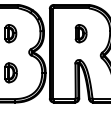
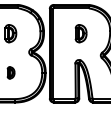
part at (10, 72) size: 14x22 px -> 10x14 px
